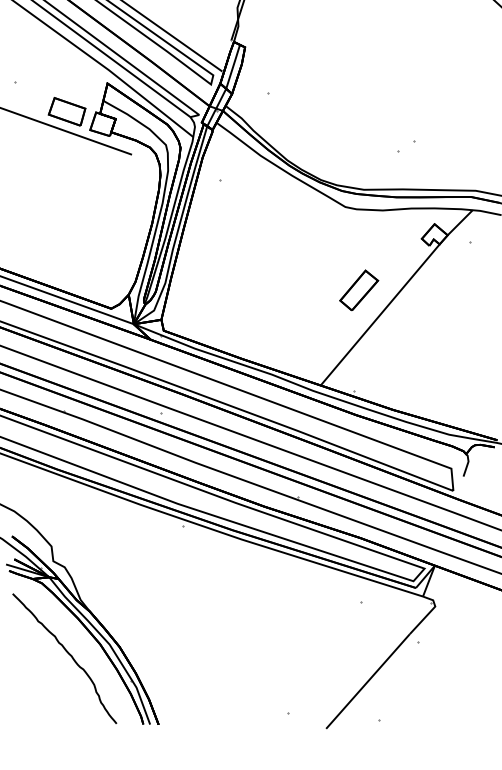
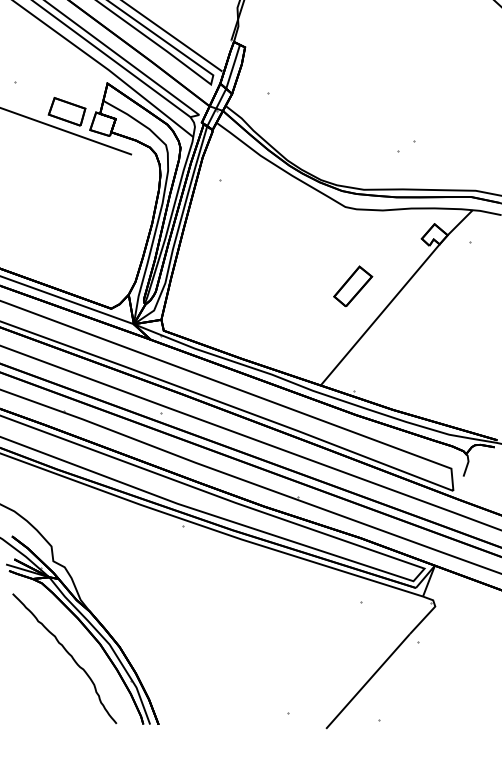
part at (359, 290) position: (359, 290) -> (353, 286)
